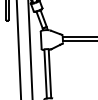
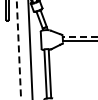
line at (79, 36): solid -> dashed
line at (18, 50): solid -> dashed
